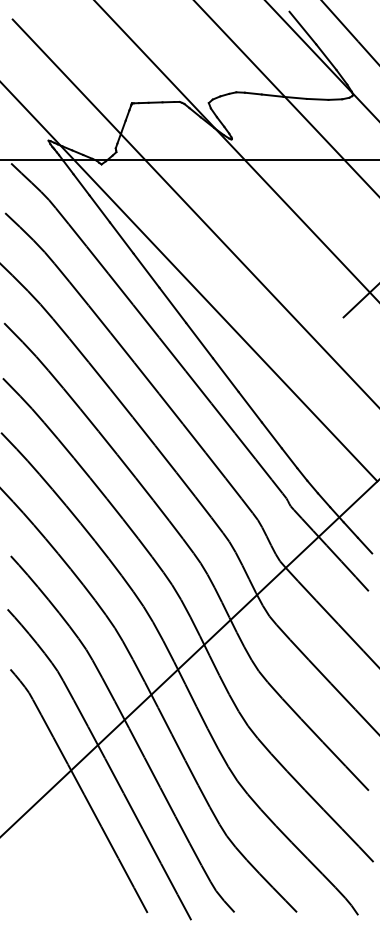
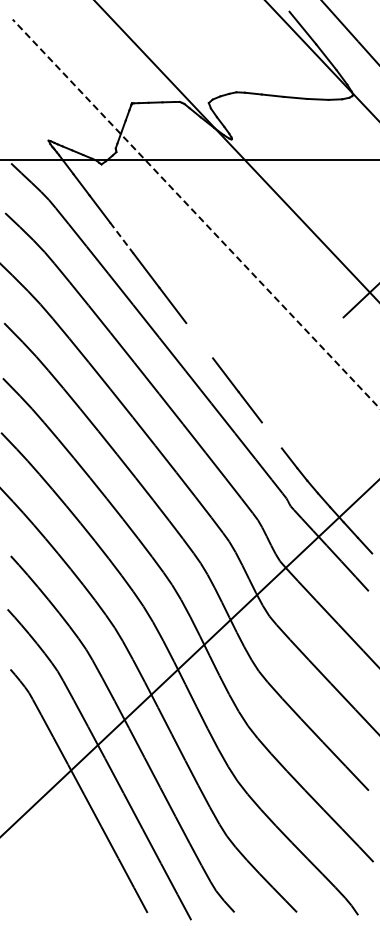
line at (285, 98): present -> none
line at (195, 213): solid -> dashed
line at (121, 238): solid -> dashed
line at (189, 281): present -> none
line at (199, 340): present -> none
line at (271, 435): present -> none
